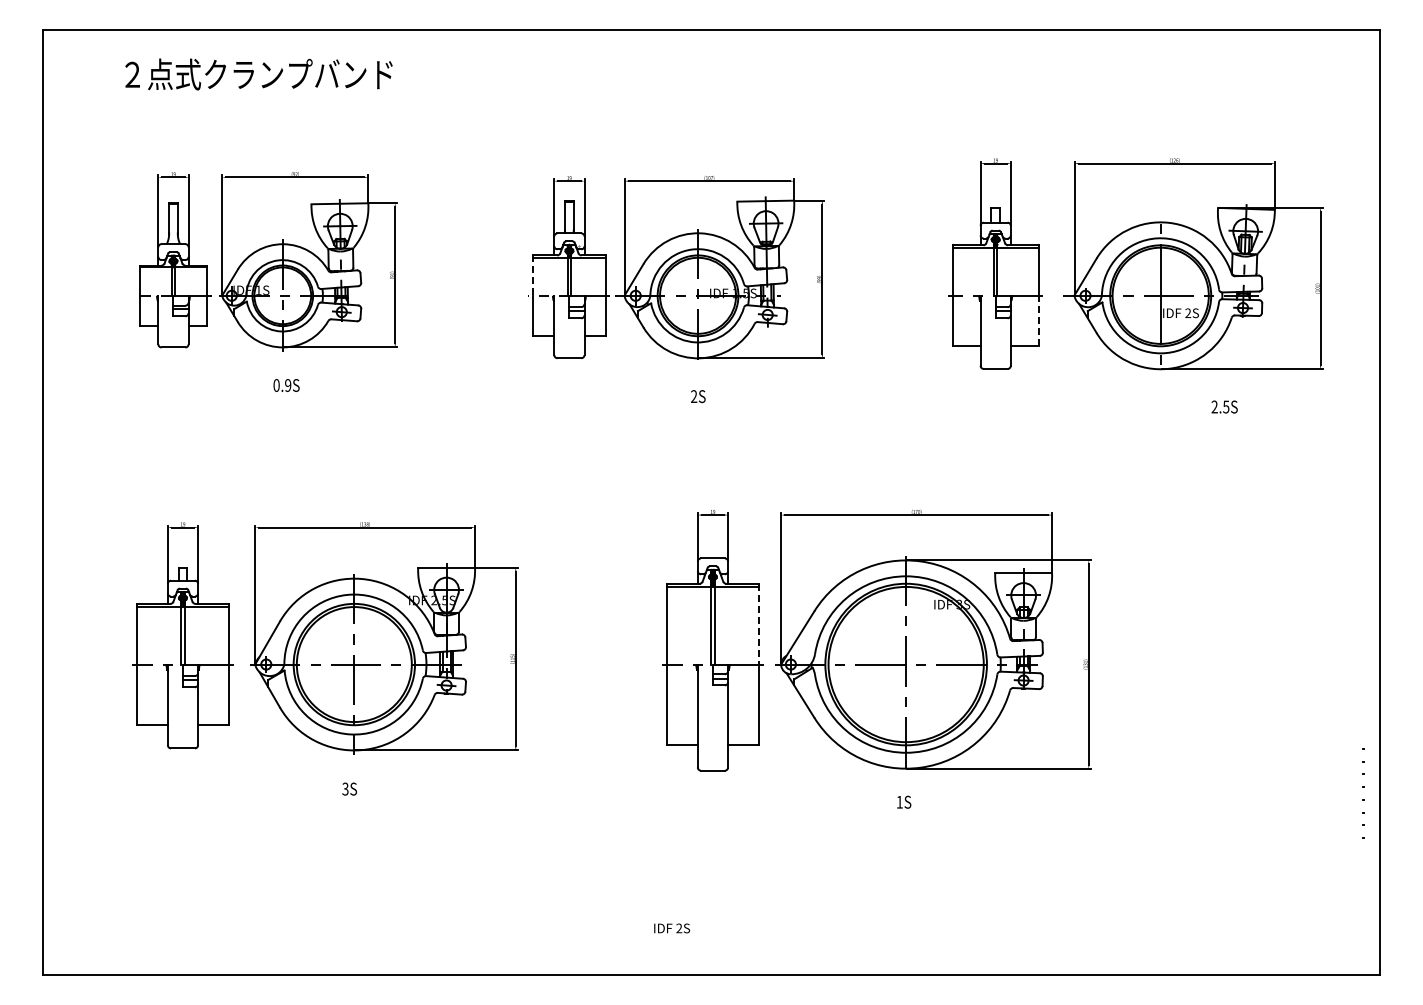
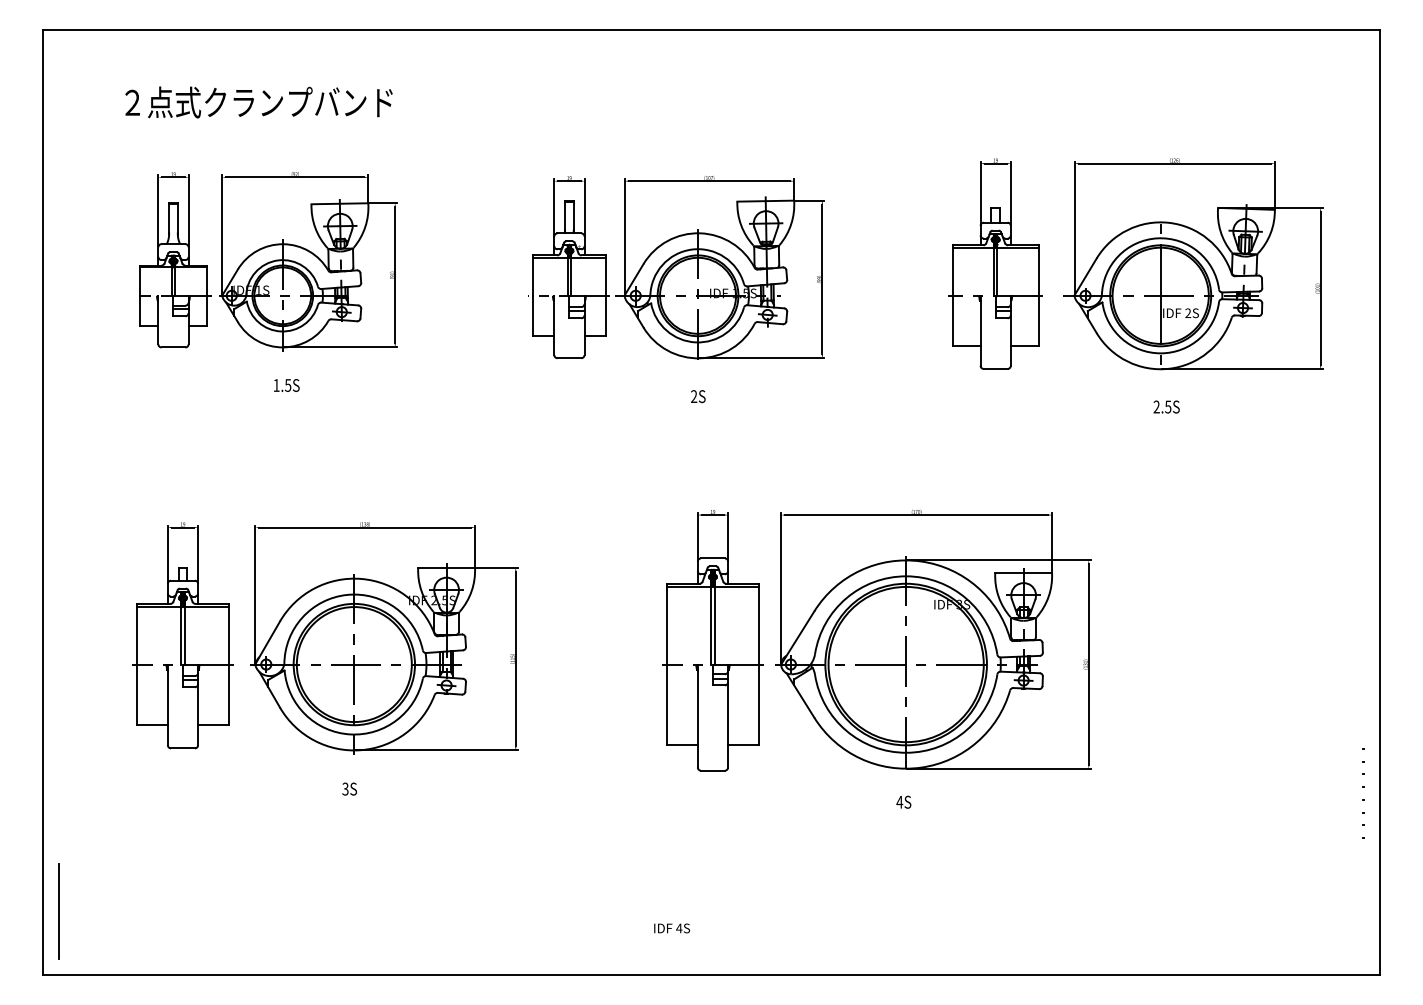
text at (258, 74) position: (258, 74) -> (258, 102)
line at (532, 276): dashed -> solid
line at (1038, 320): dashed -> solid
text at (282, 385): 0.9S -> 1.5S
text at (1224, 406) position: (1224, 406) -> (1166, 406)
line at (759, 624): dashed -> solid
text at (899, 802): 1S -> 4S
line at (58, 911): none -> present
text at (679, 928): 2S -> 4S
